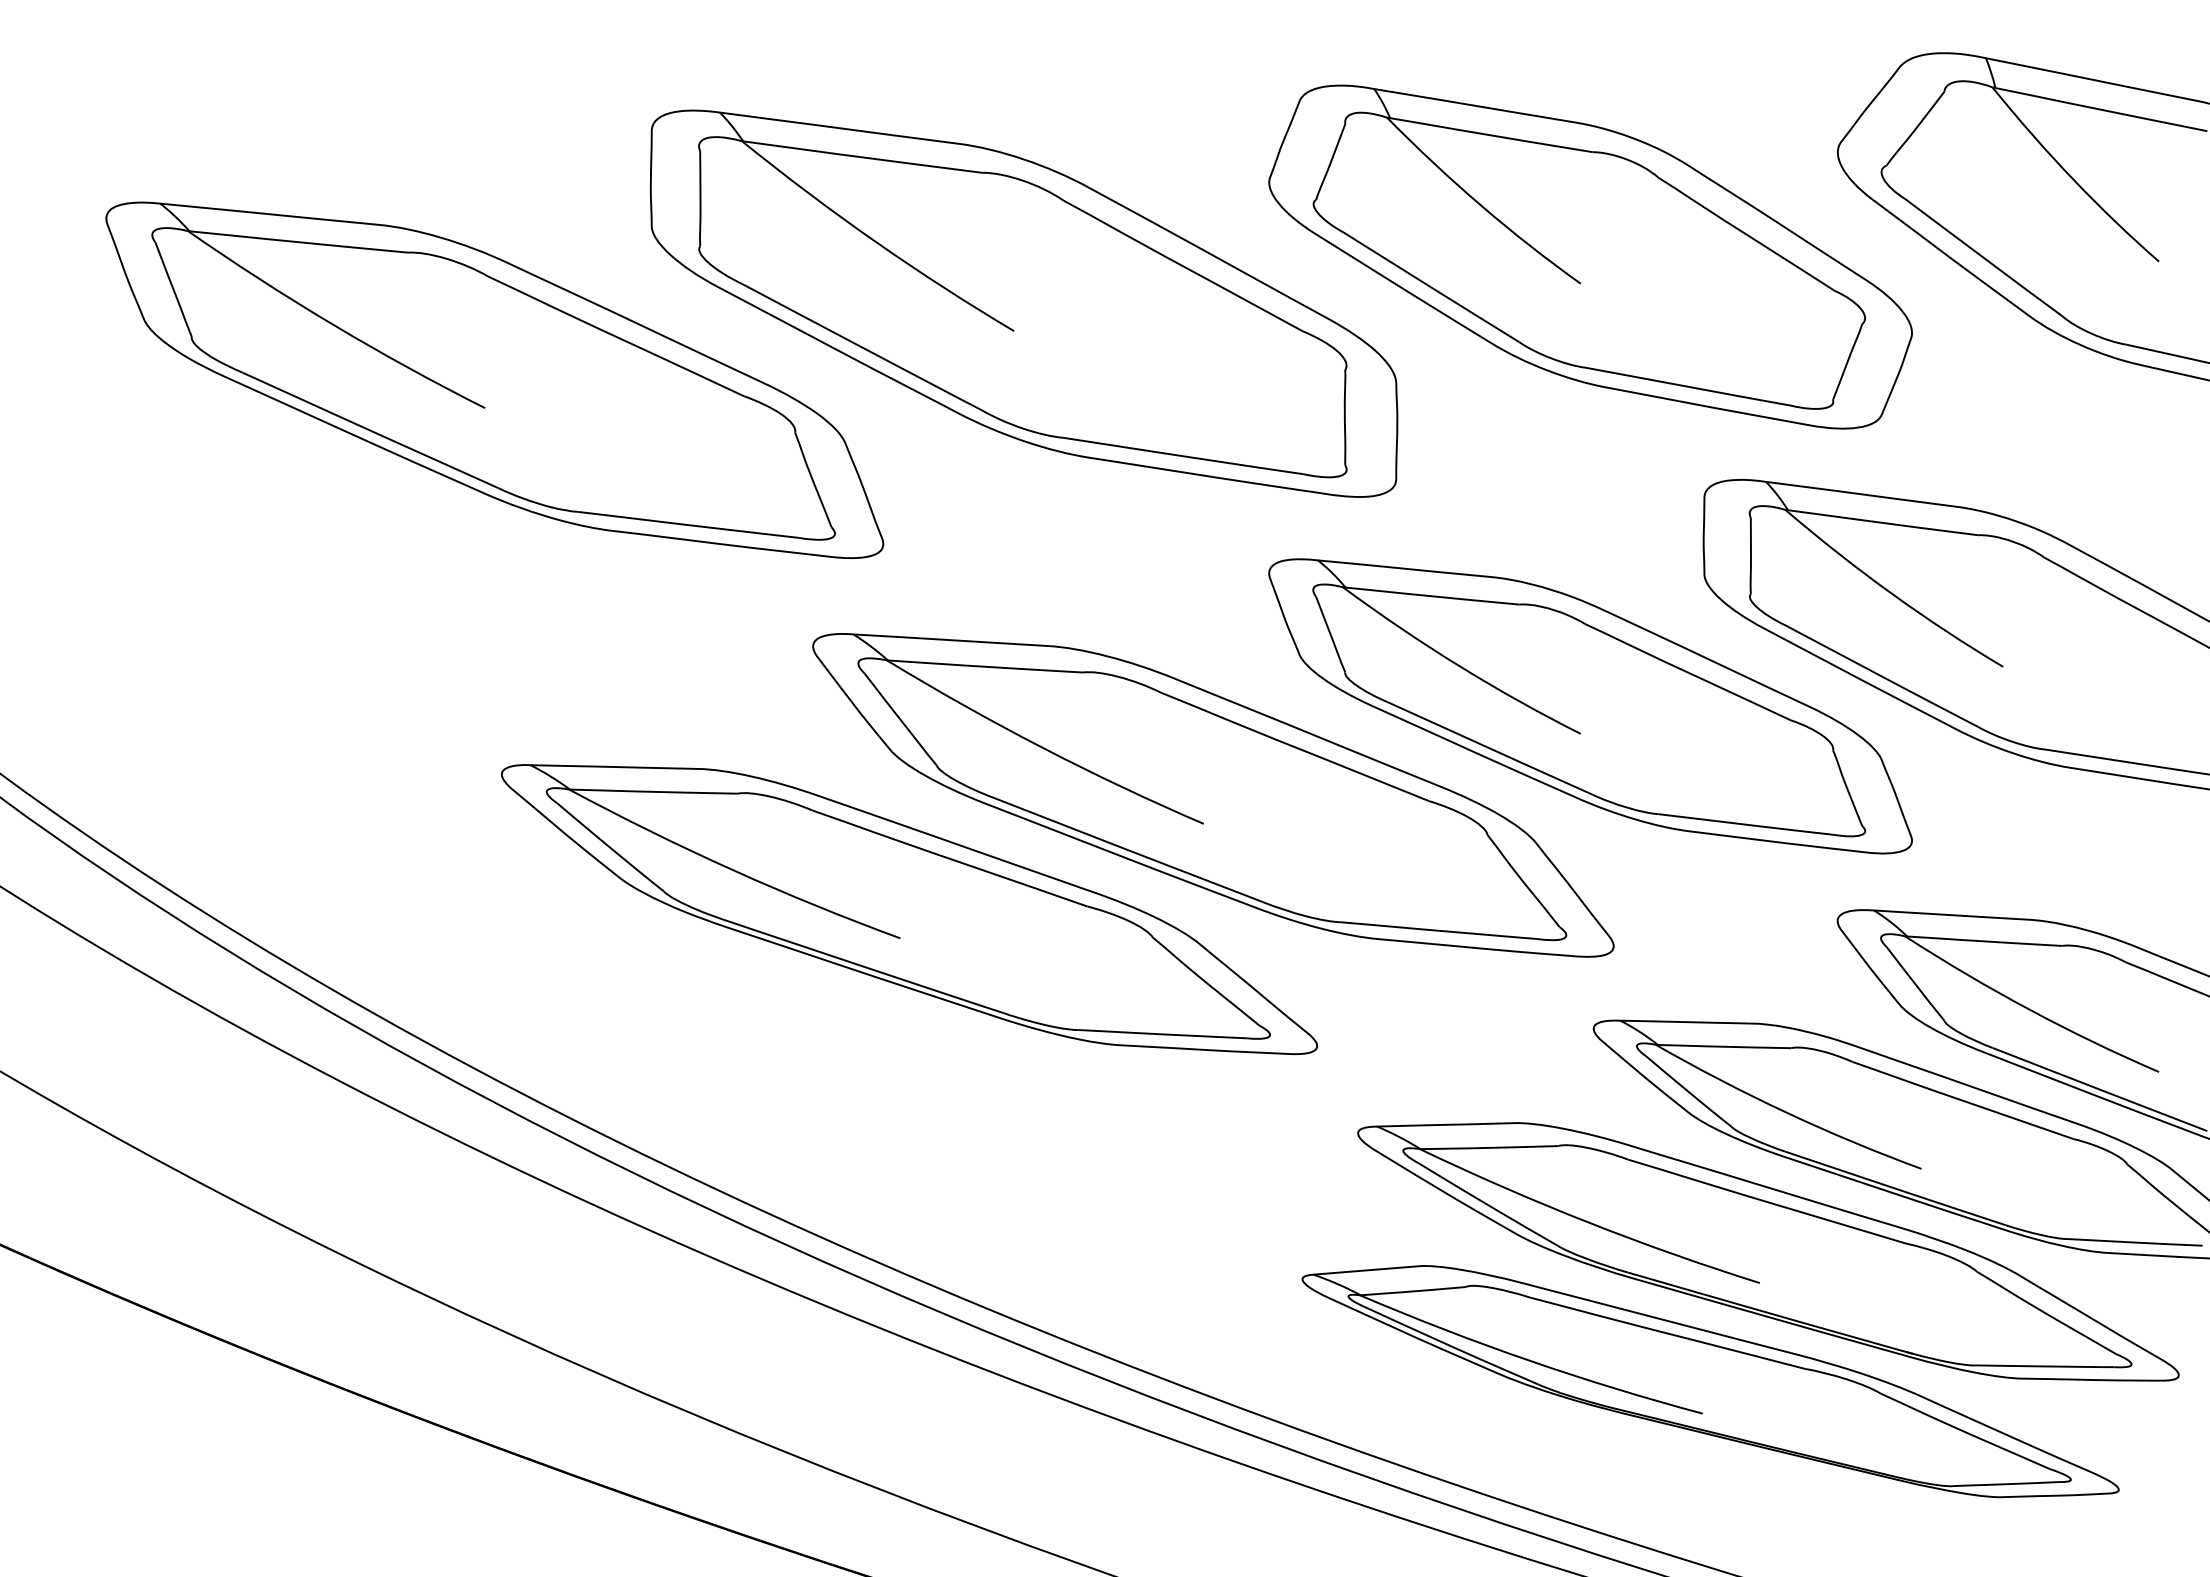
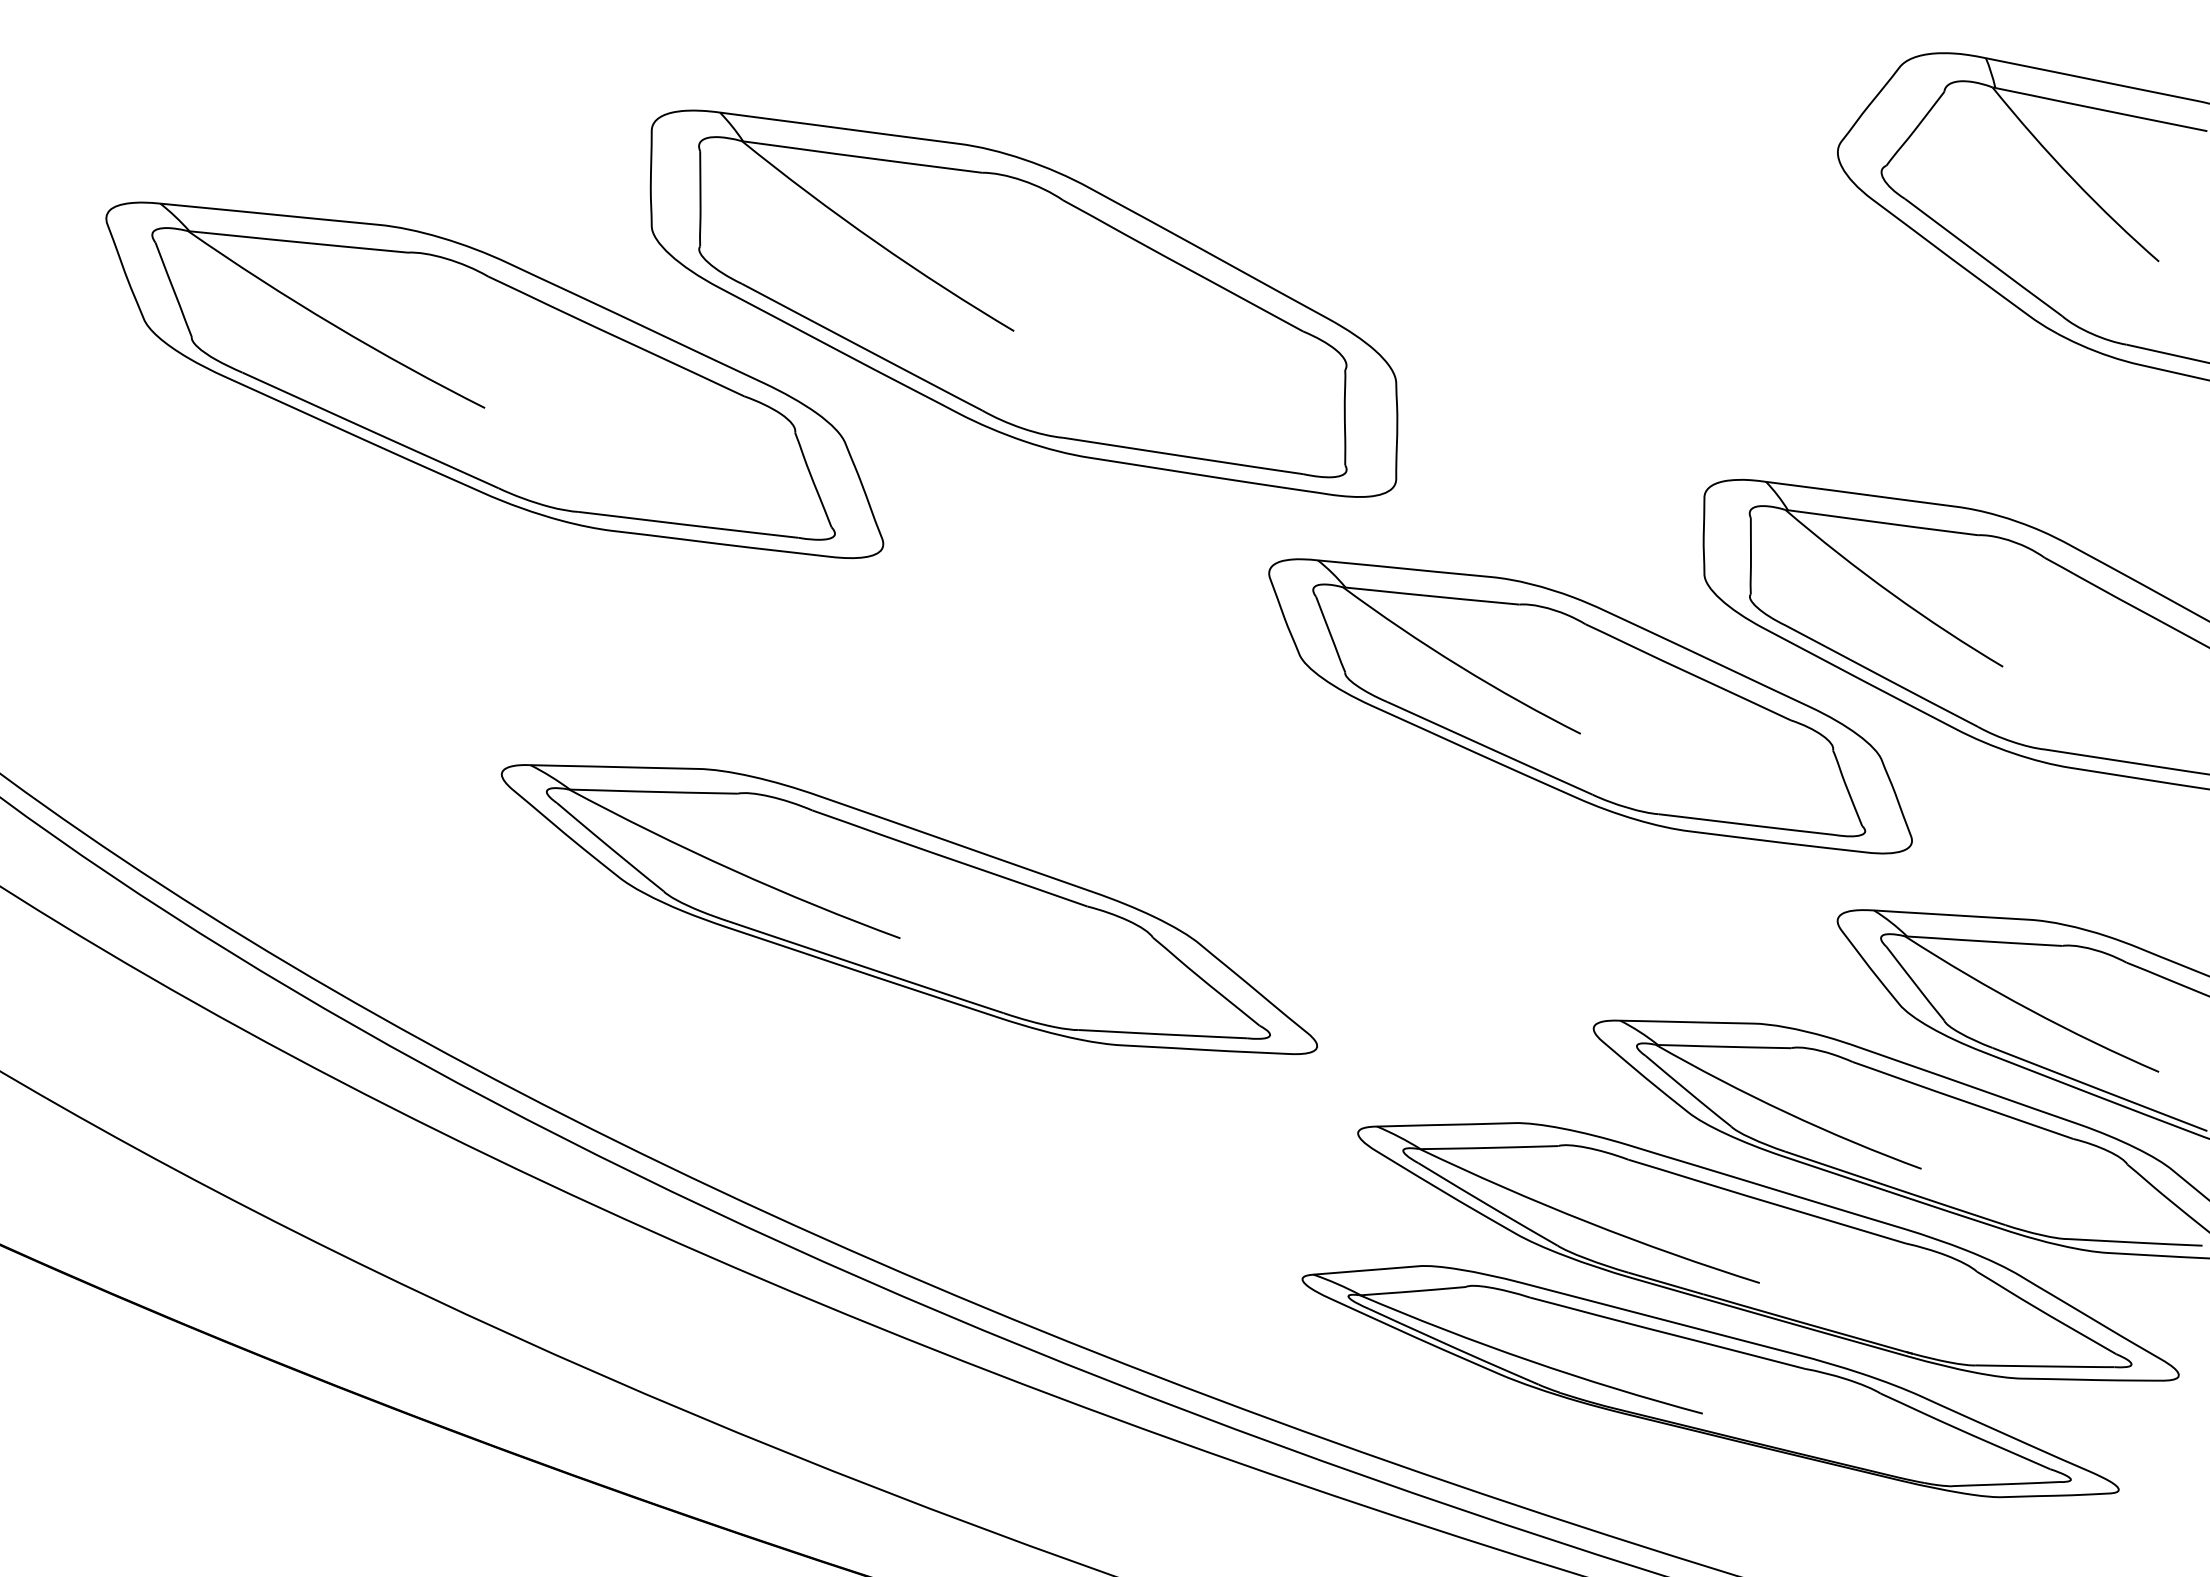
part at (1590, 256): present -> none
part at (1213, 795): present -> none
